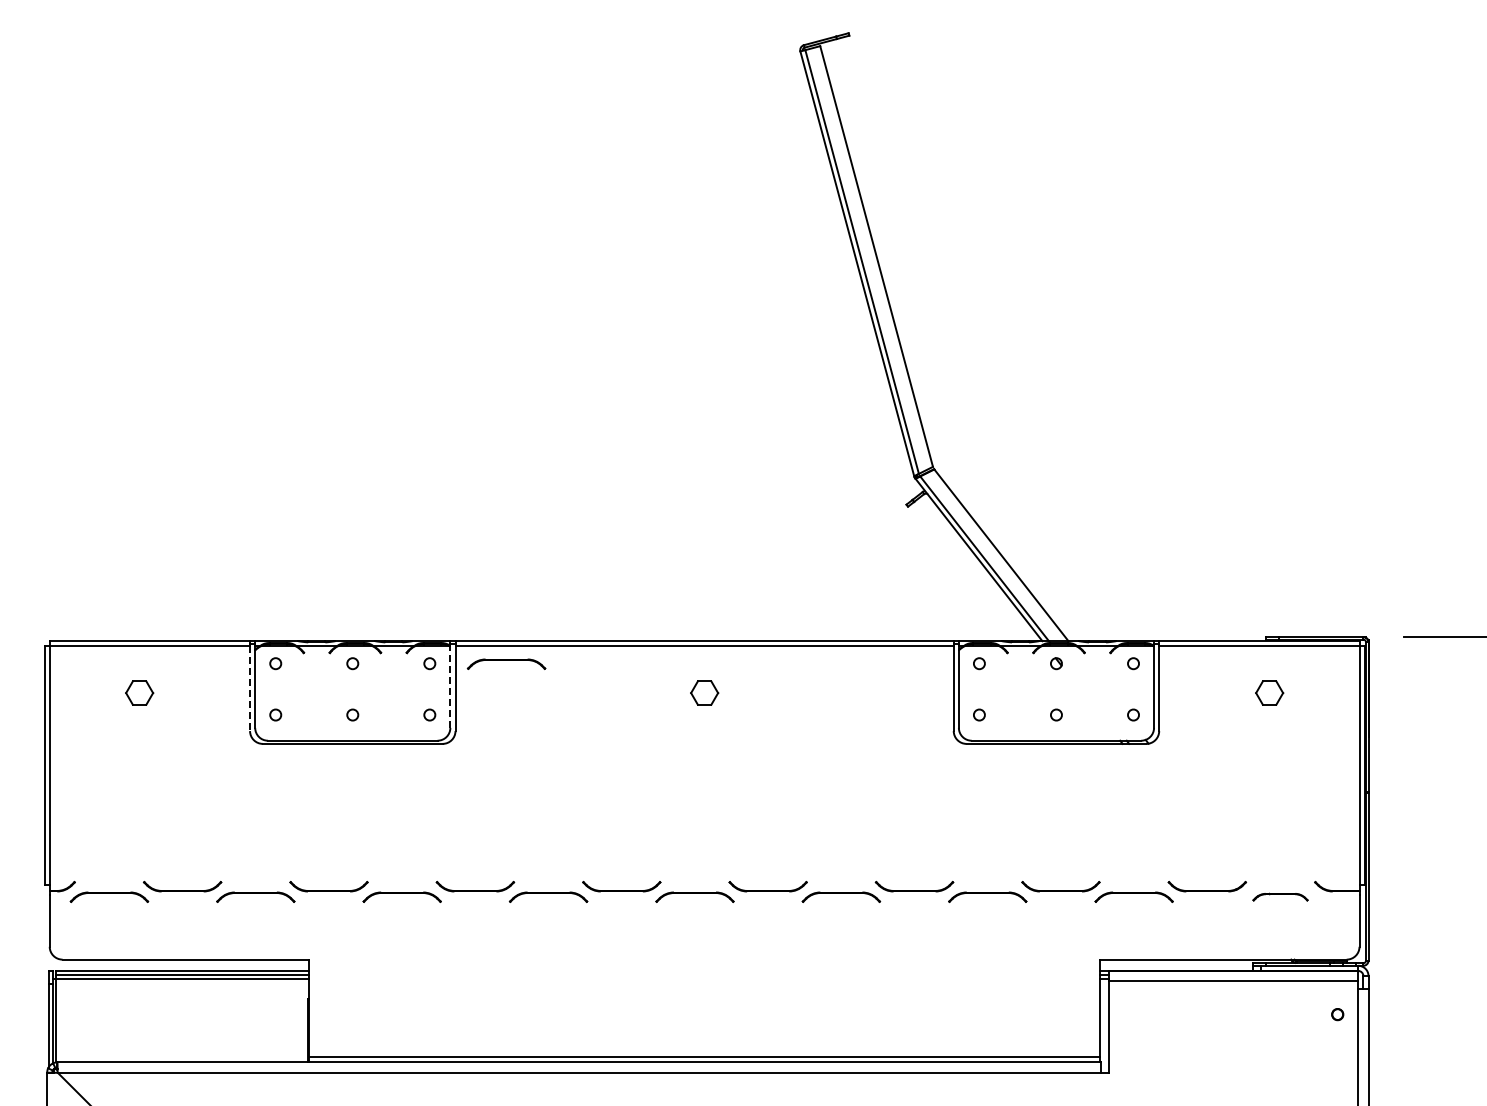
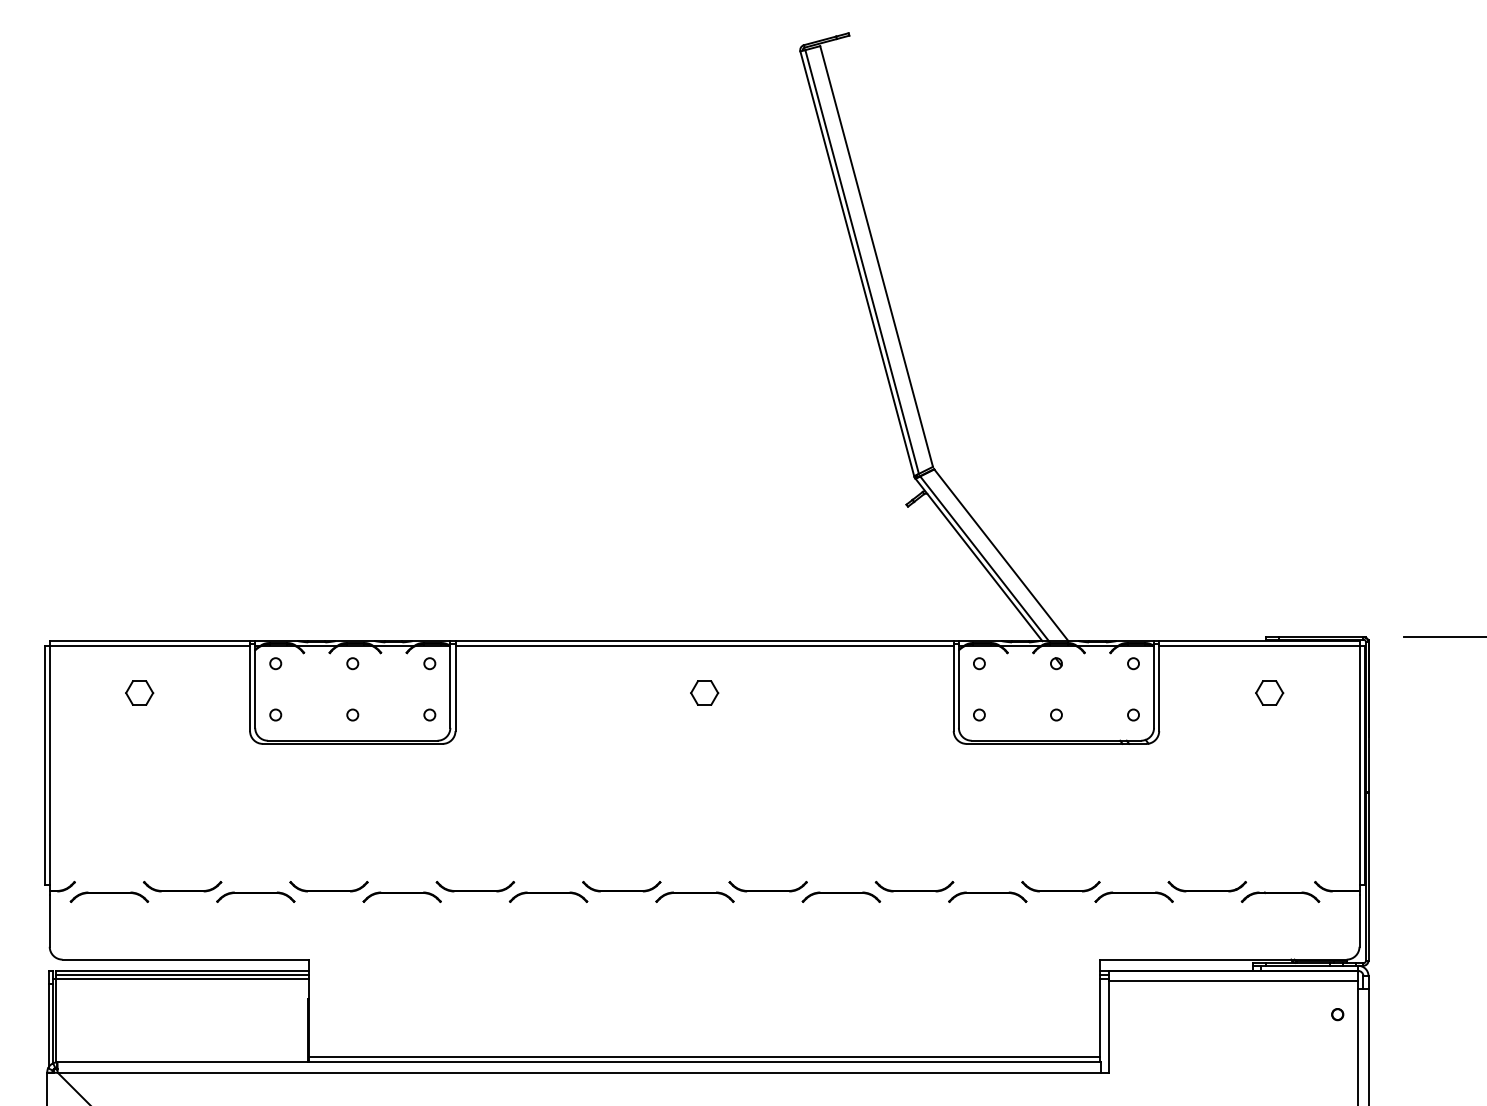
part at (506, 663): present -> none
line at (450, 687): dashed -> solid
line at (250, 689): dashed -> solid
part at (1280, 896) size: 57x10 px -> 81x12 px
